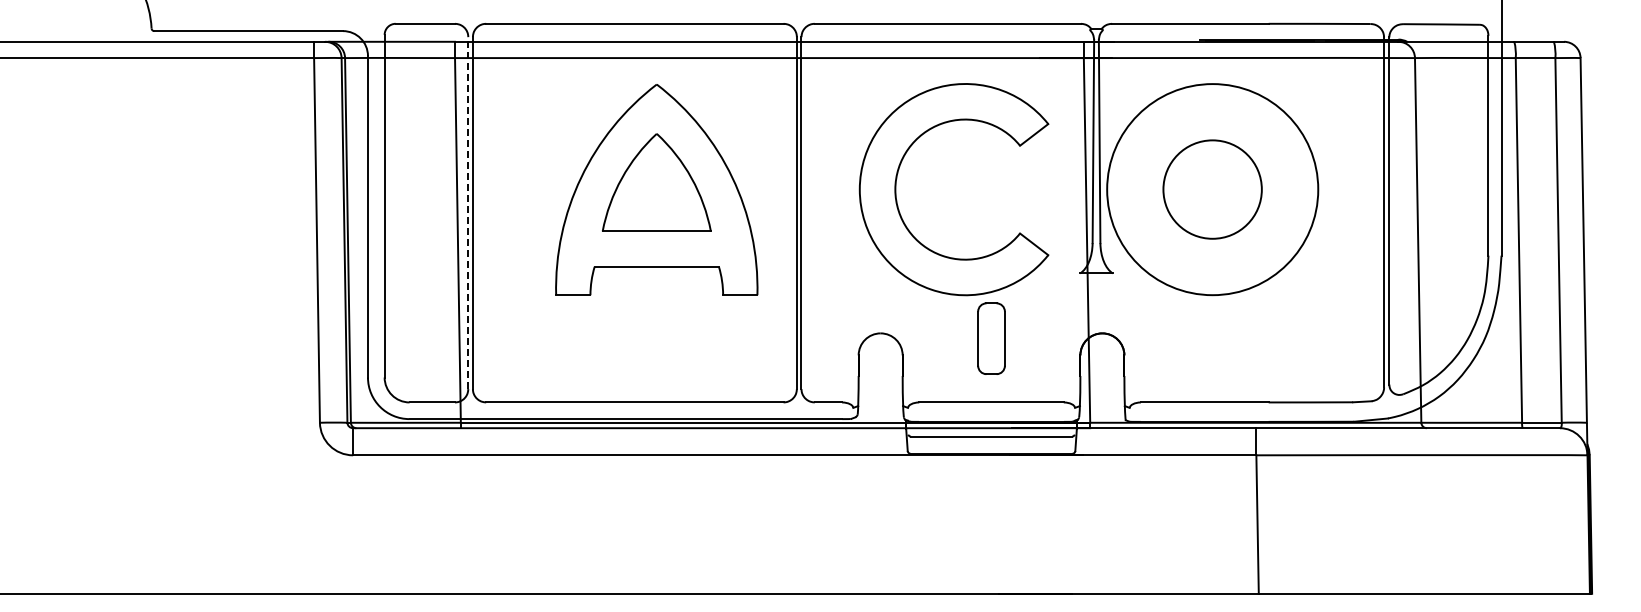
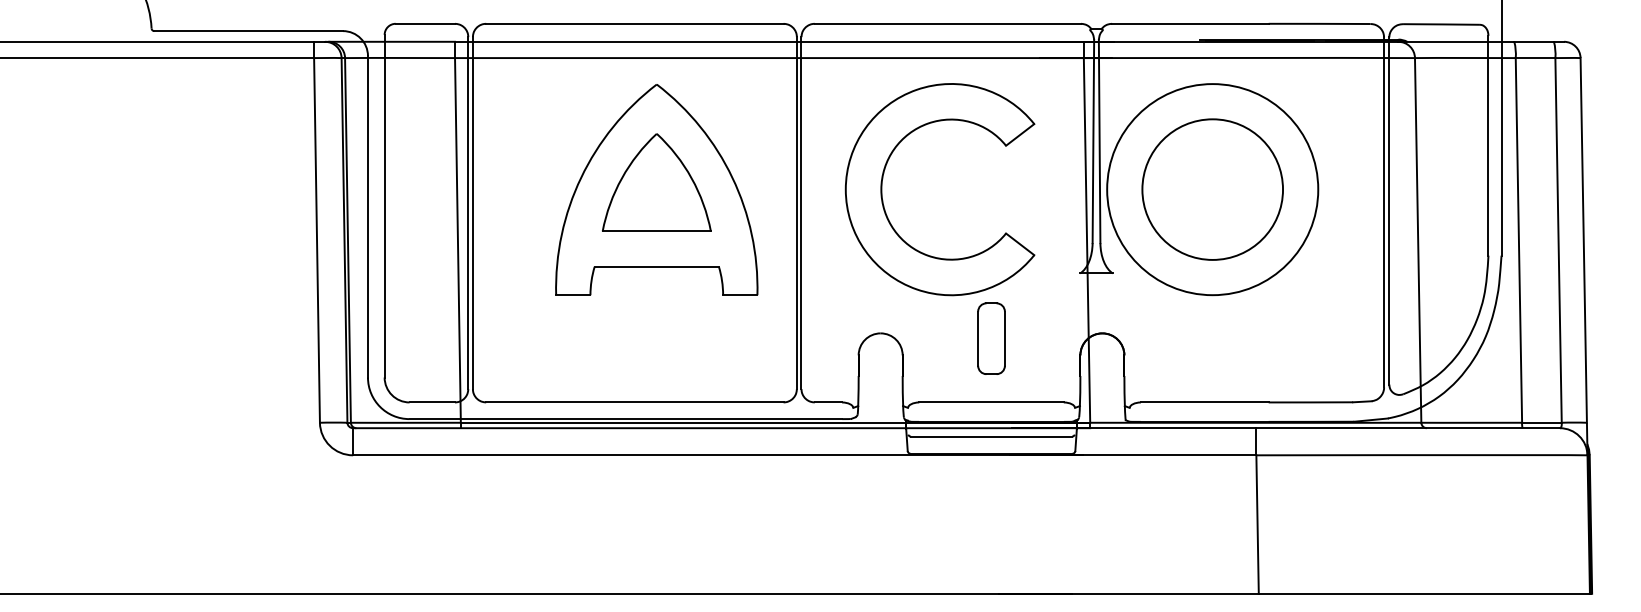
part at (896, 189) position: (896, 189) -> (882, 189)
circle at (1212, 189) size: 101x101 px -> 143x143 px
line at (468, 213): dashed -> solid
